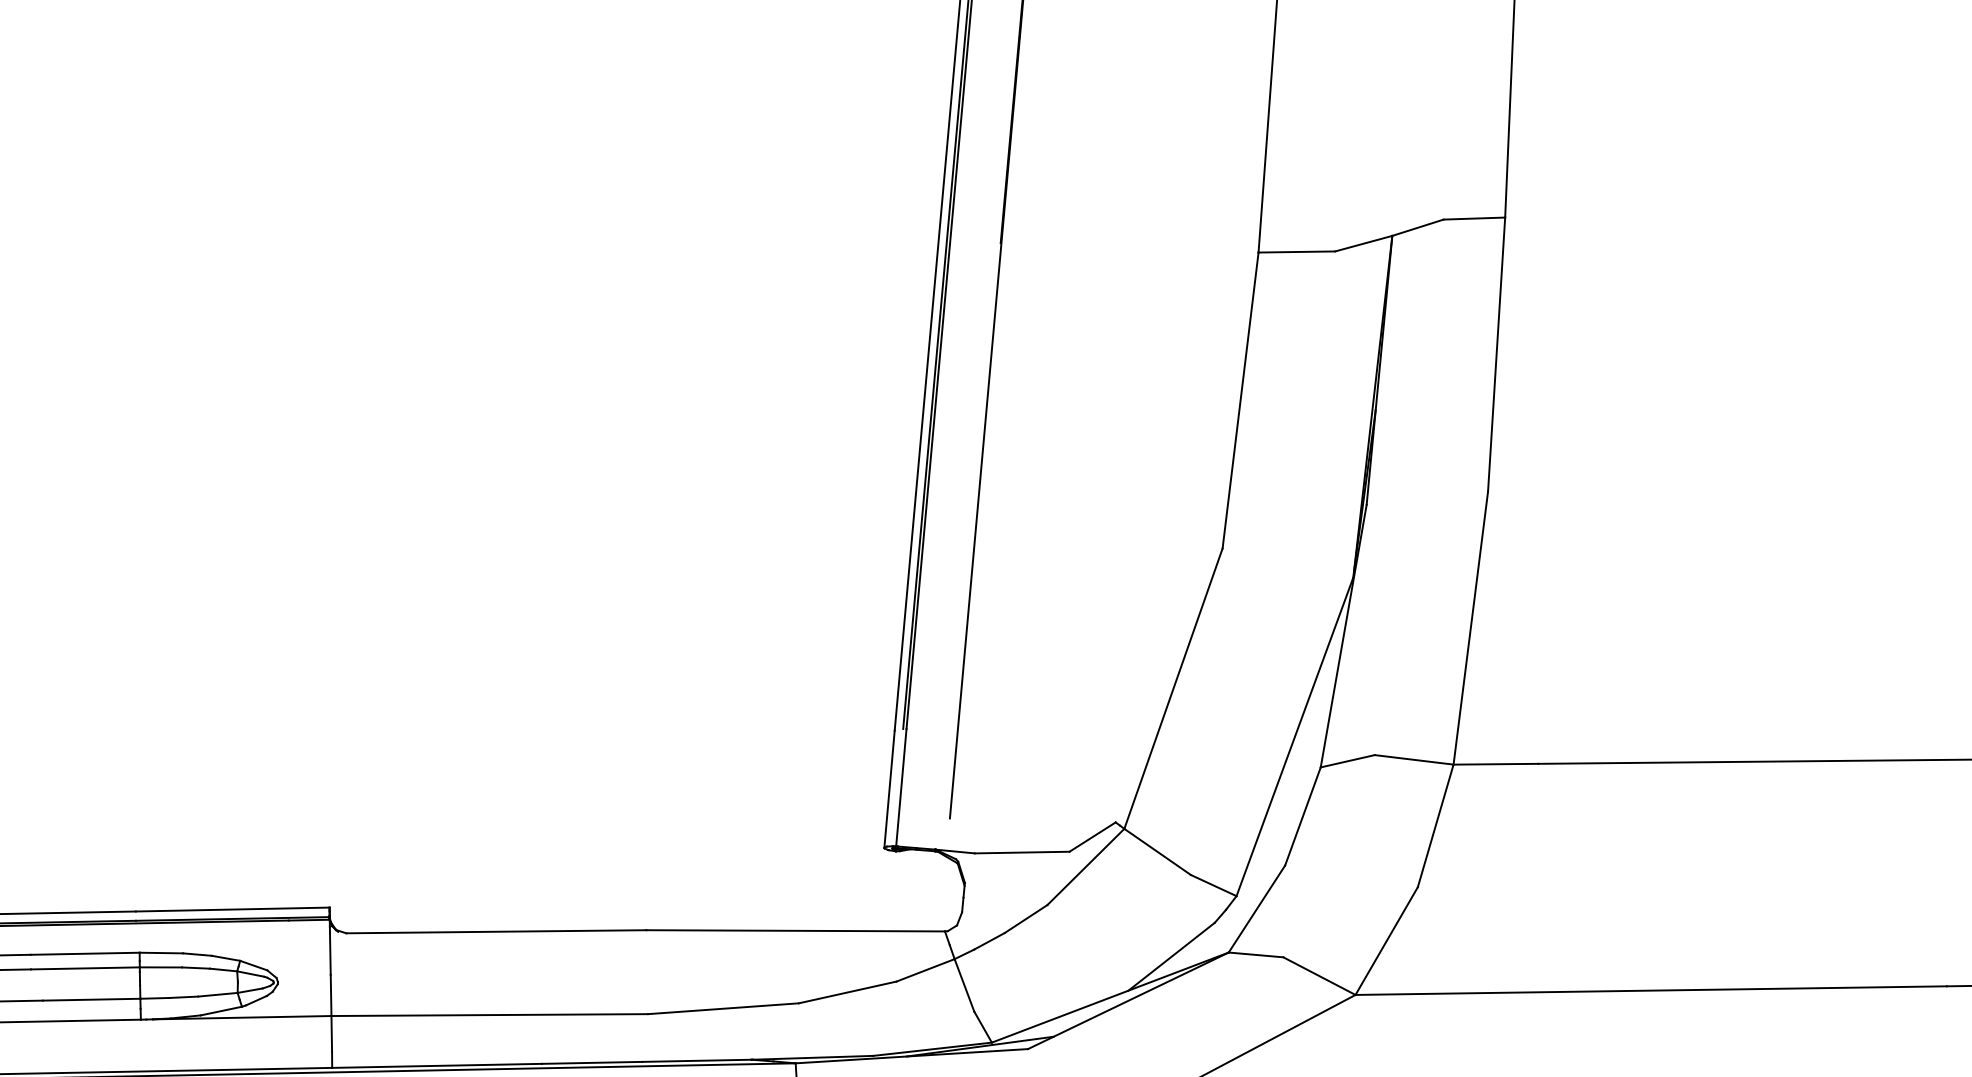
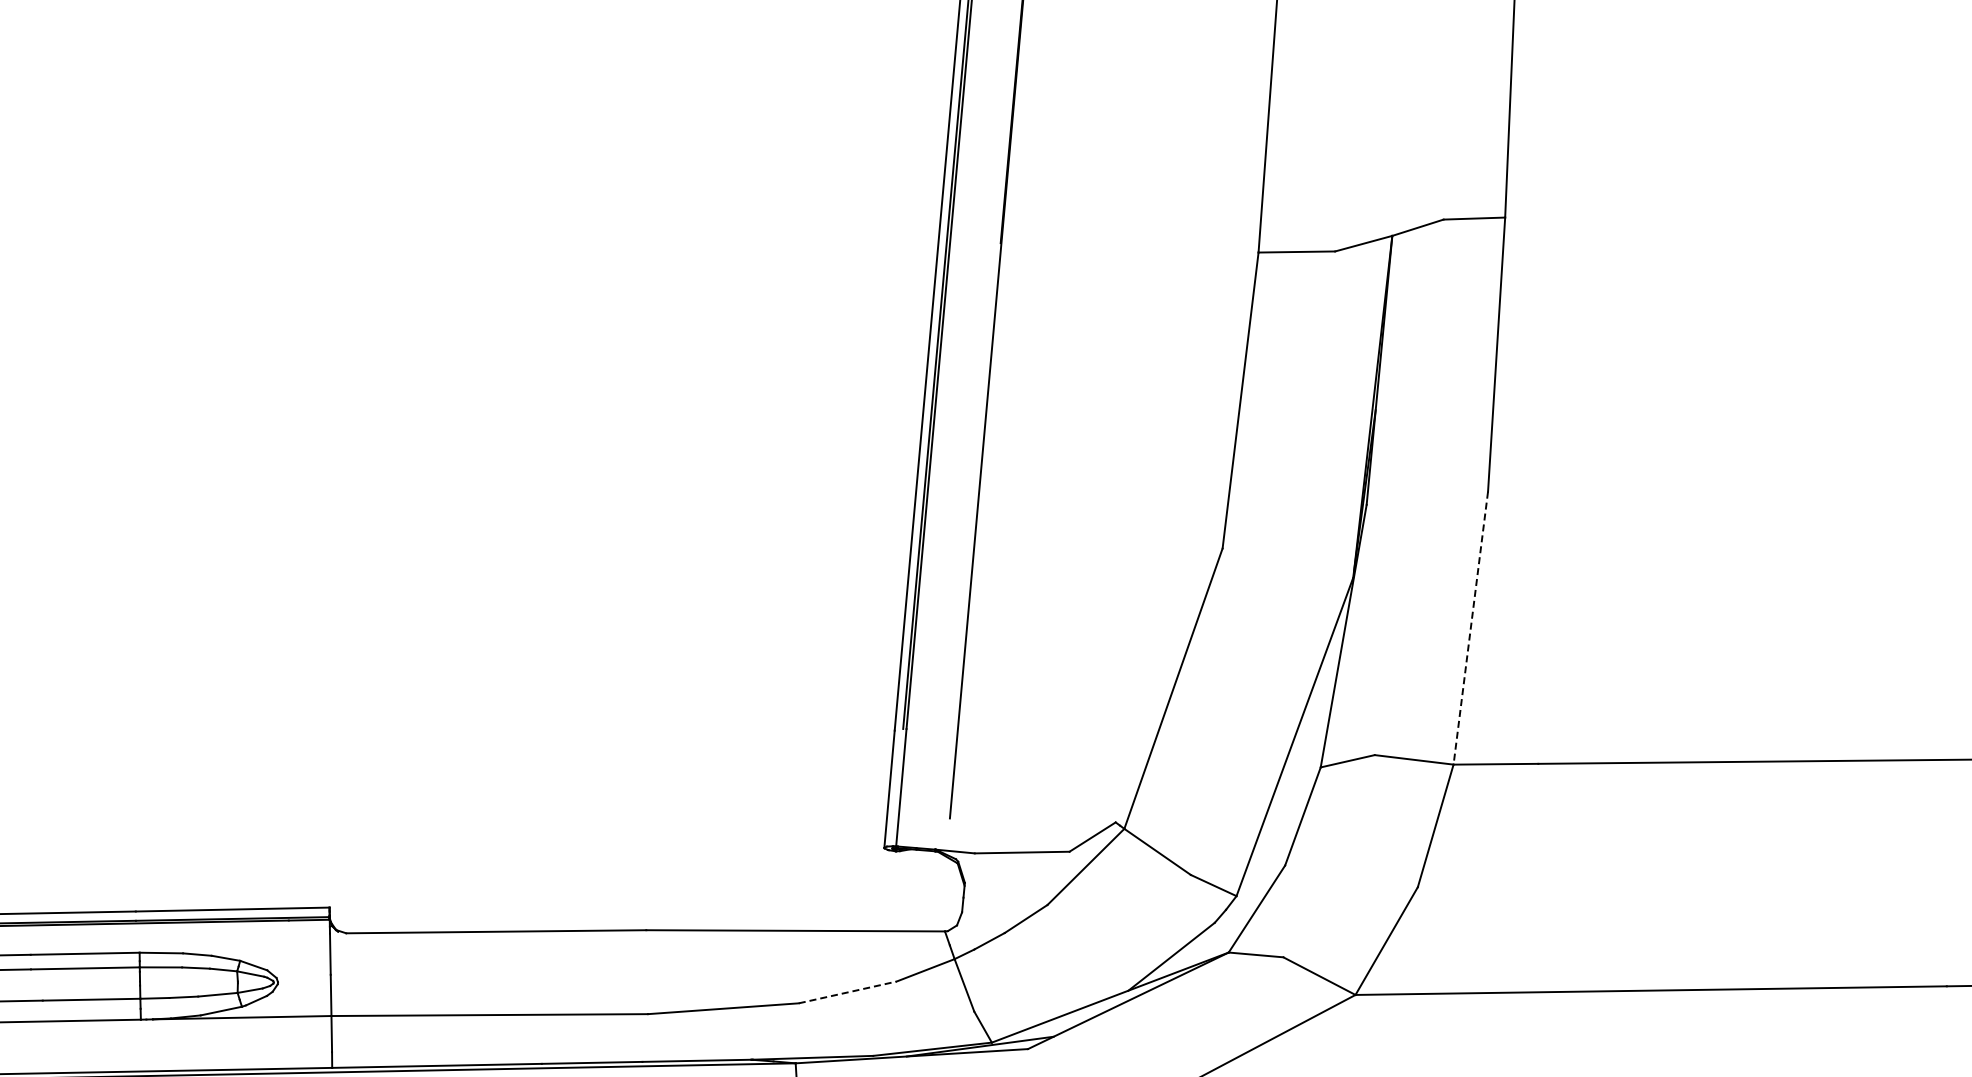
line at (1470, 628): solid -> dashed
line at (848, 992): solid -> dashed
